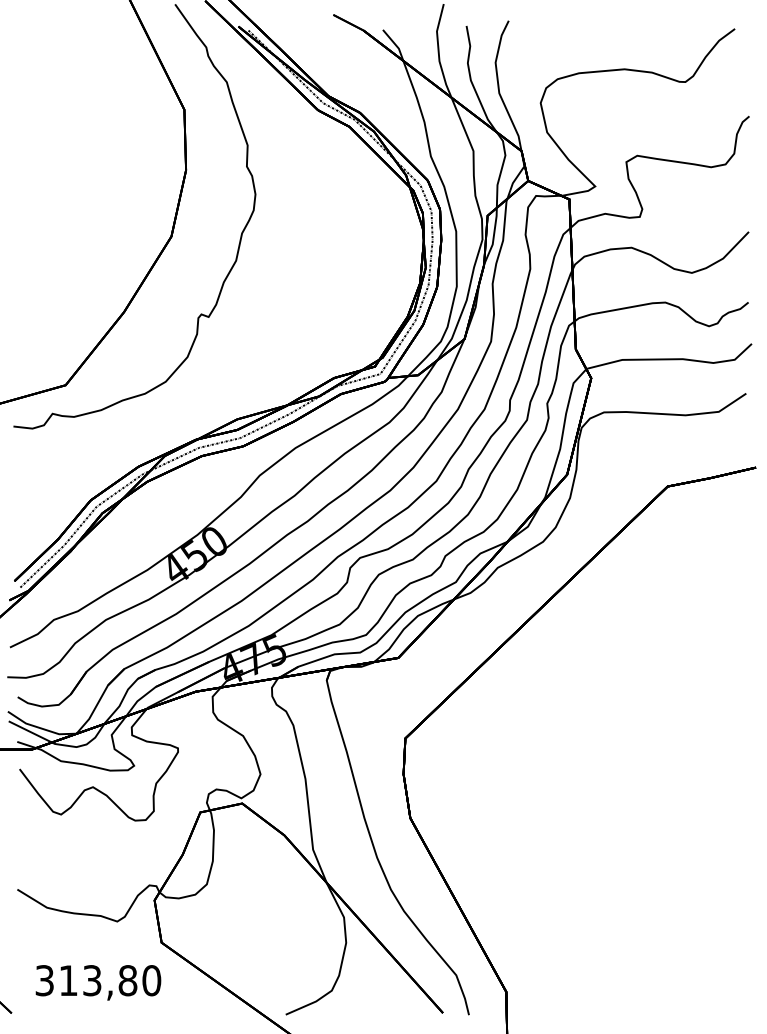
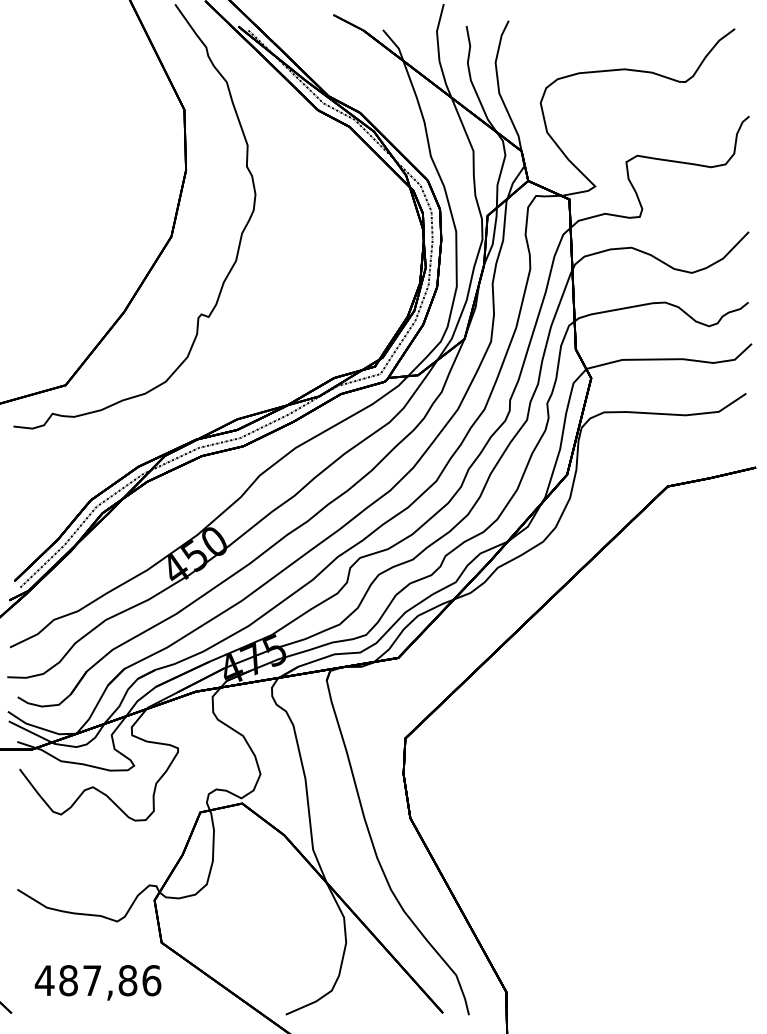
text at (97, 980): 313,80 -> 487,86
